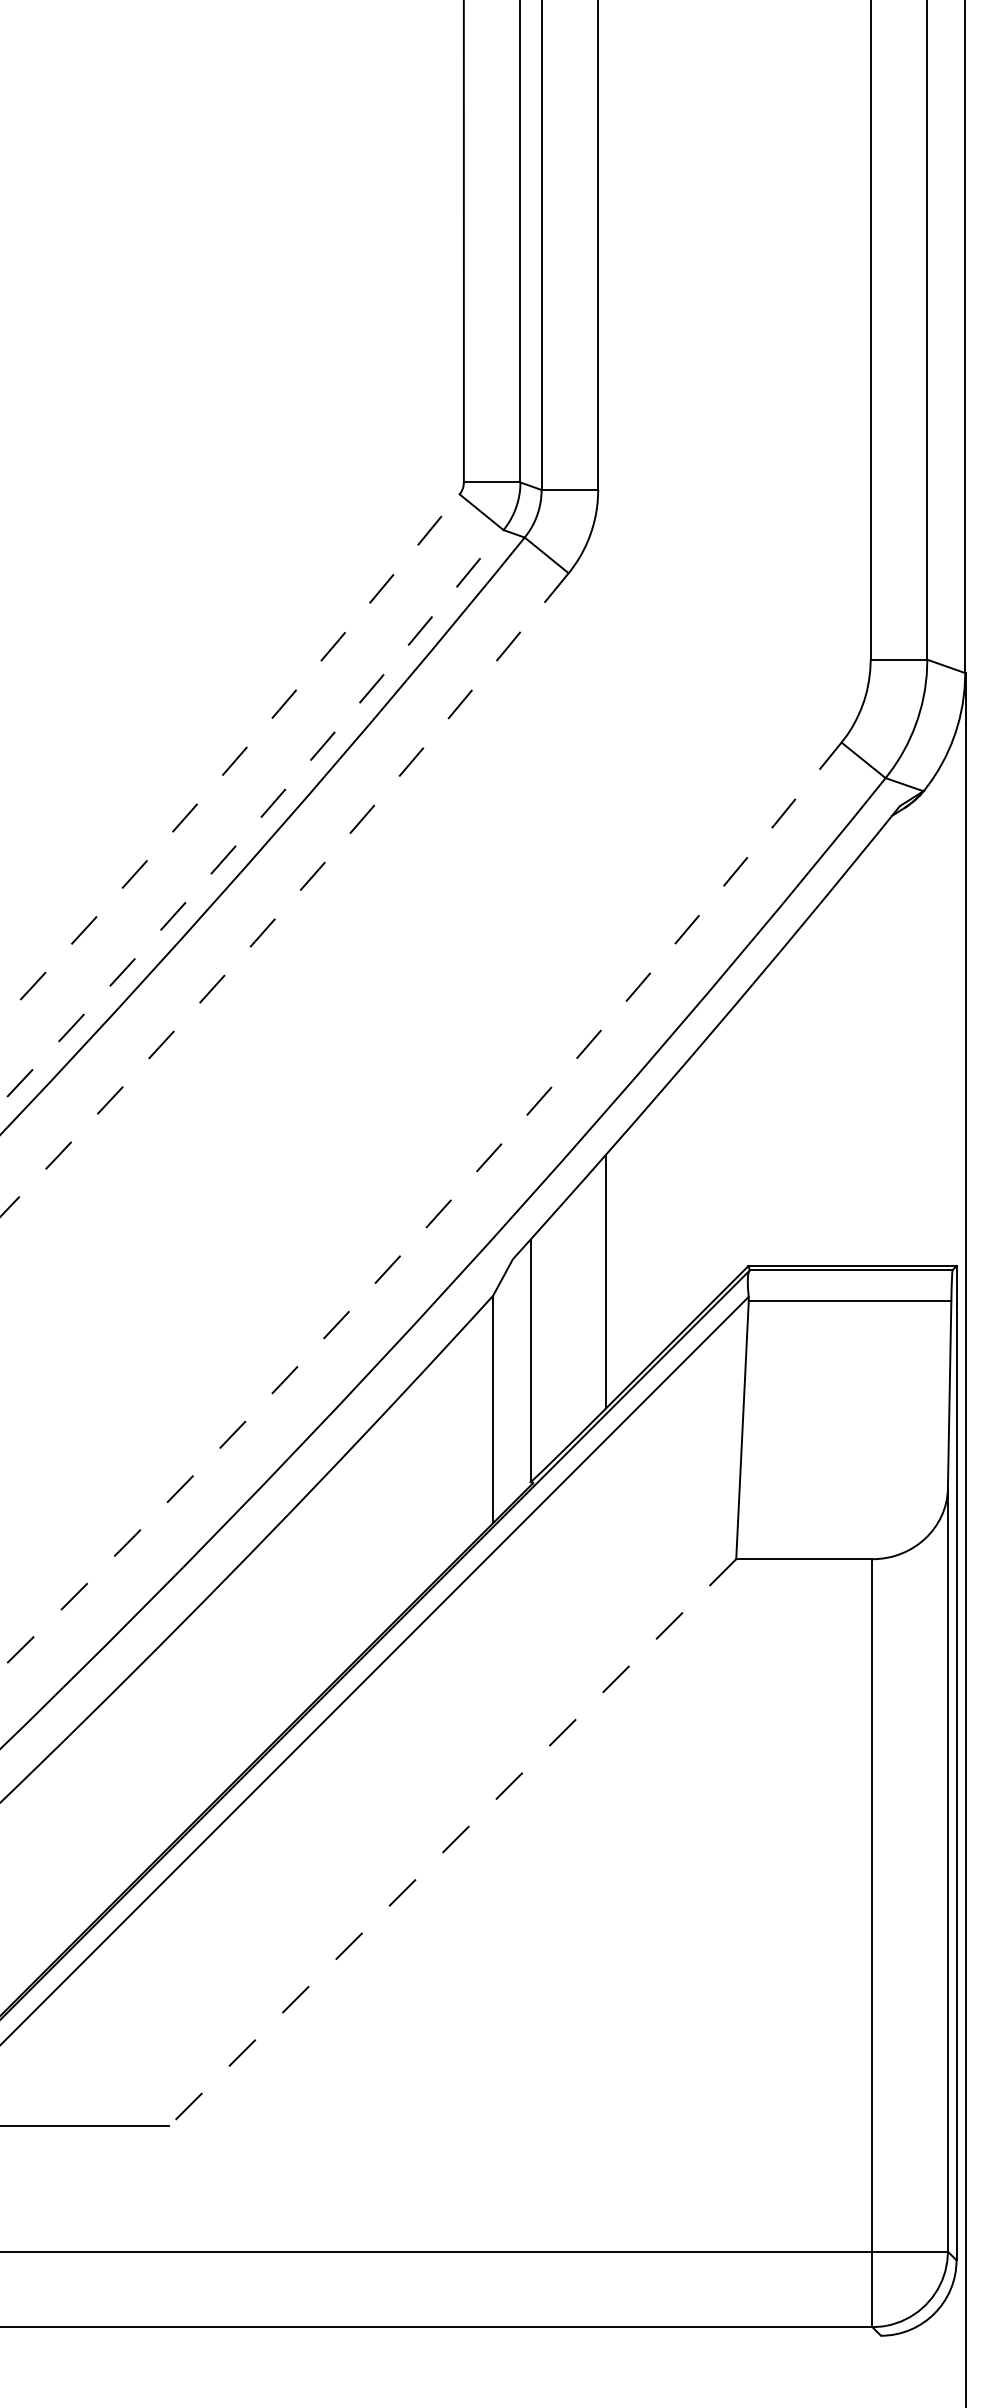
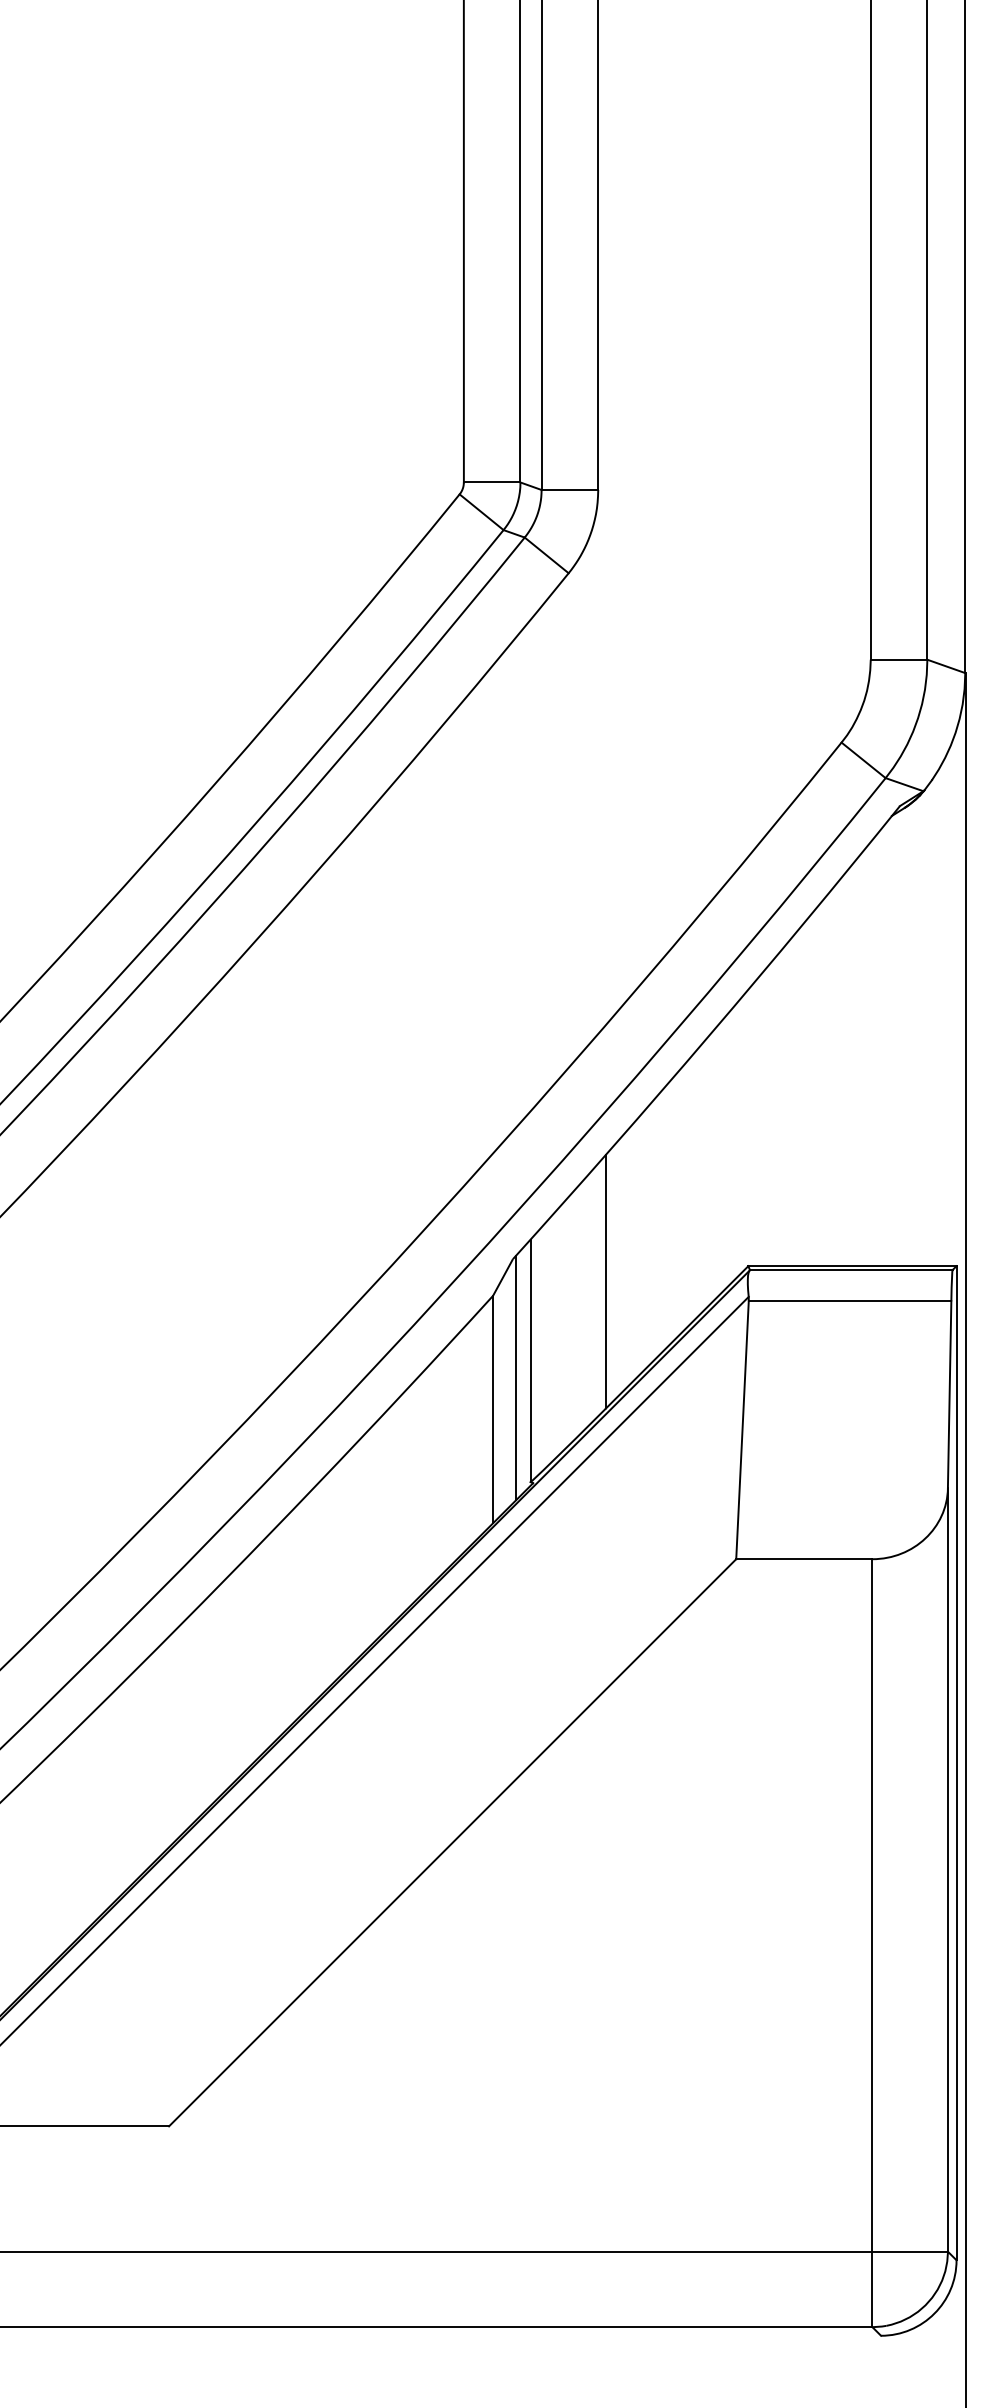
arc at (234, 762): dashed -> solid
arc at (257, 821): dashed -> solid
arc at (291, 900): dashed -> solid
arc at (435, 1217): dashed -> solid
line at (515, 1377): none -> present
line at (452, 1843): dashed -> solid
